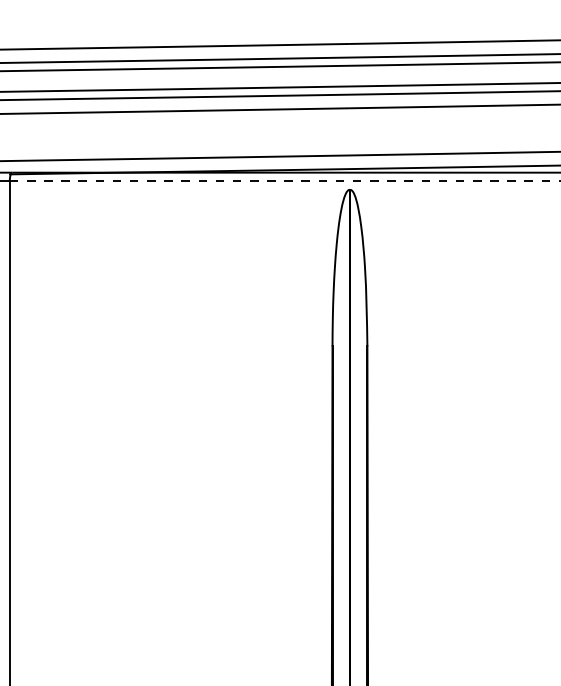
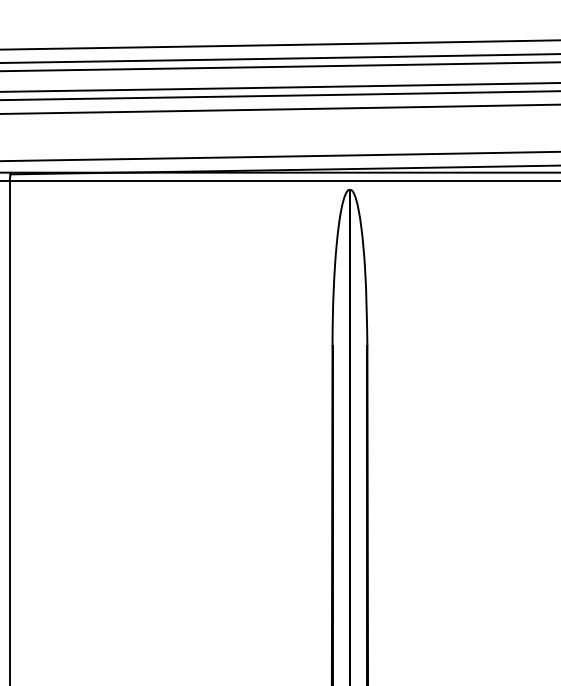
line at (285, 181): dashed -> solid
